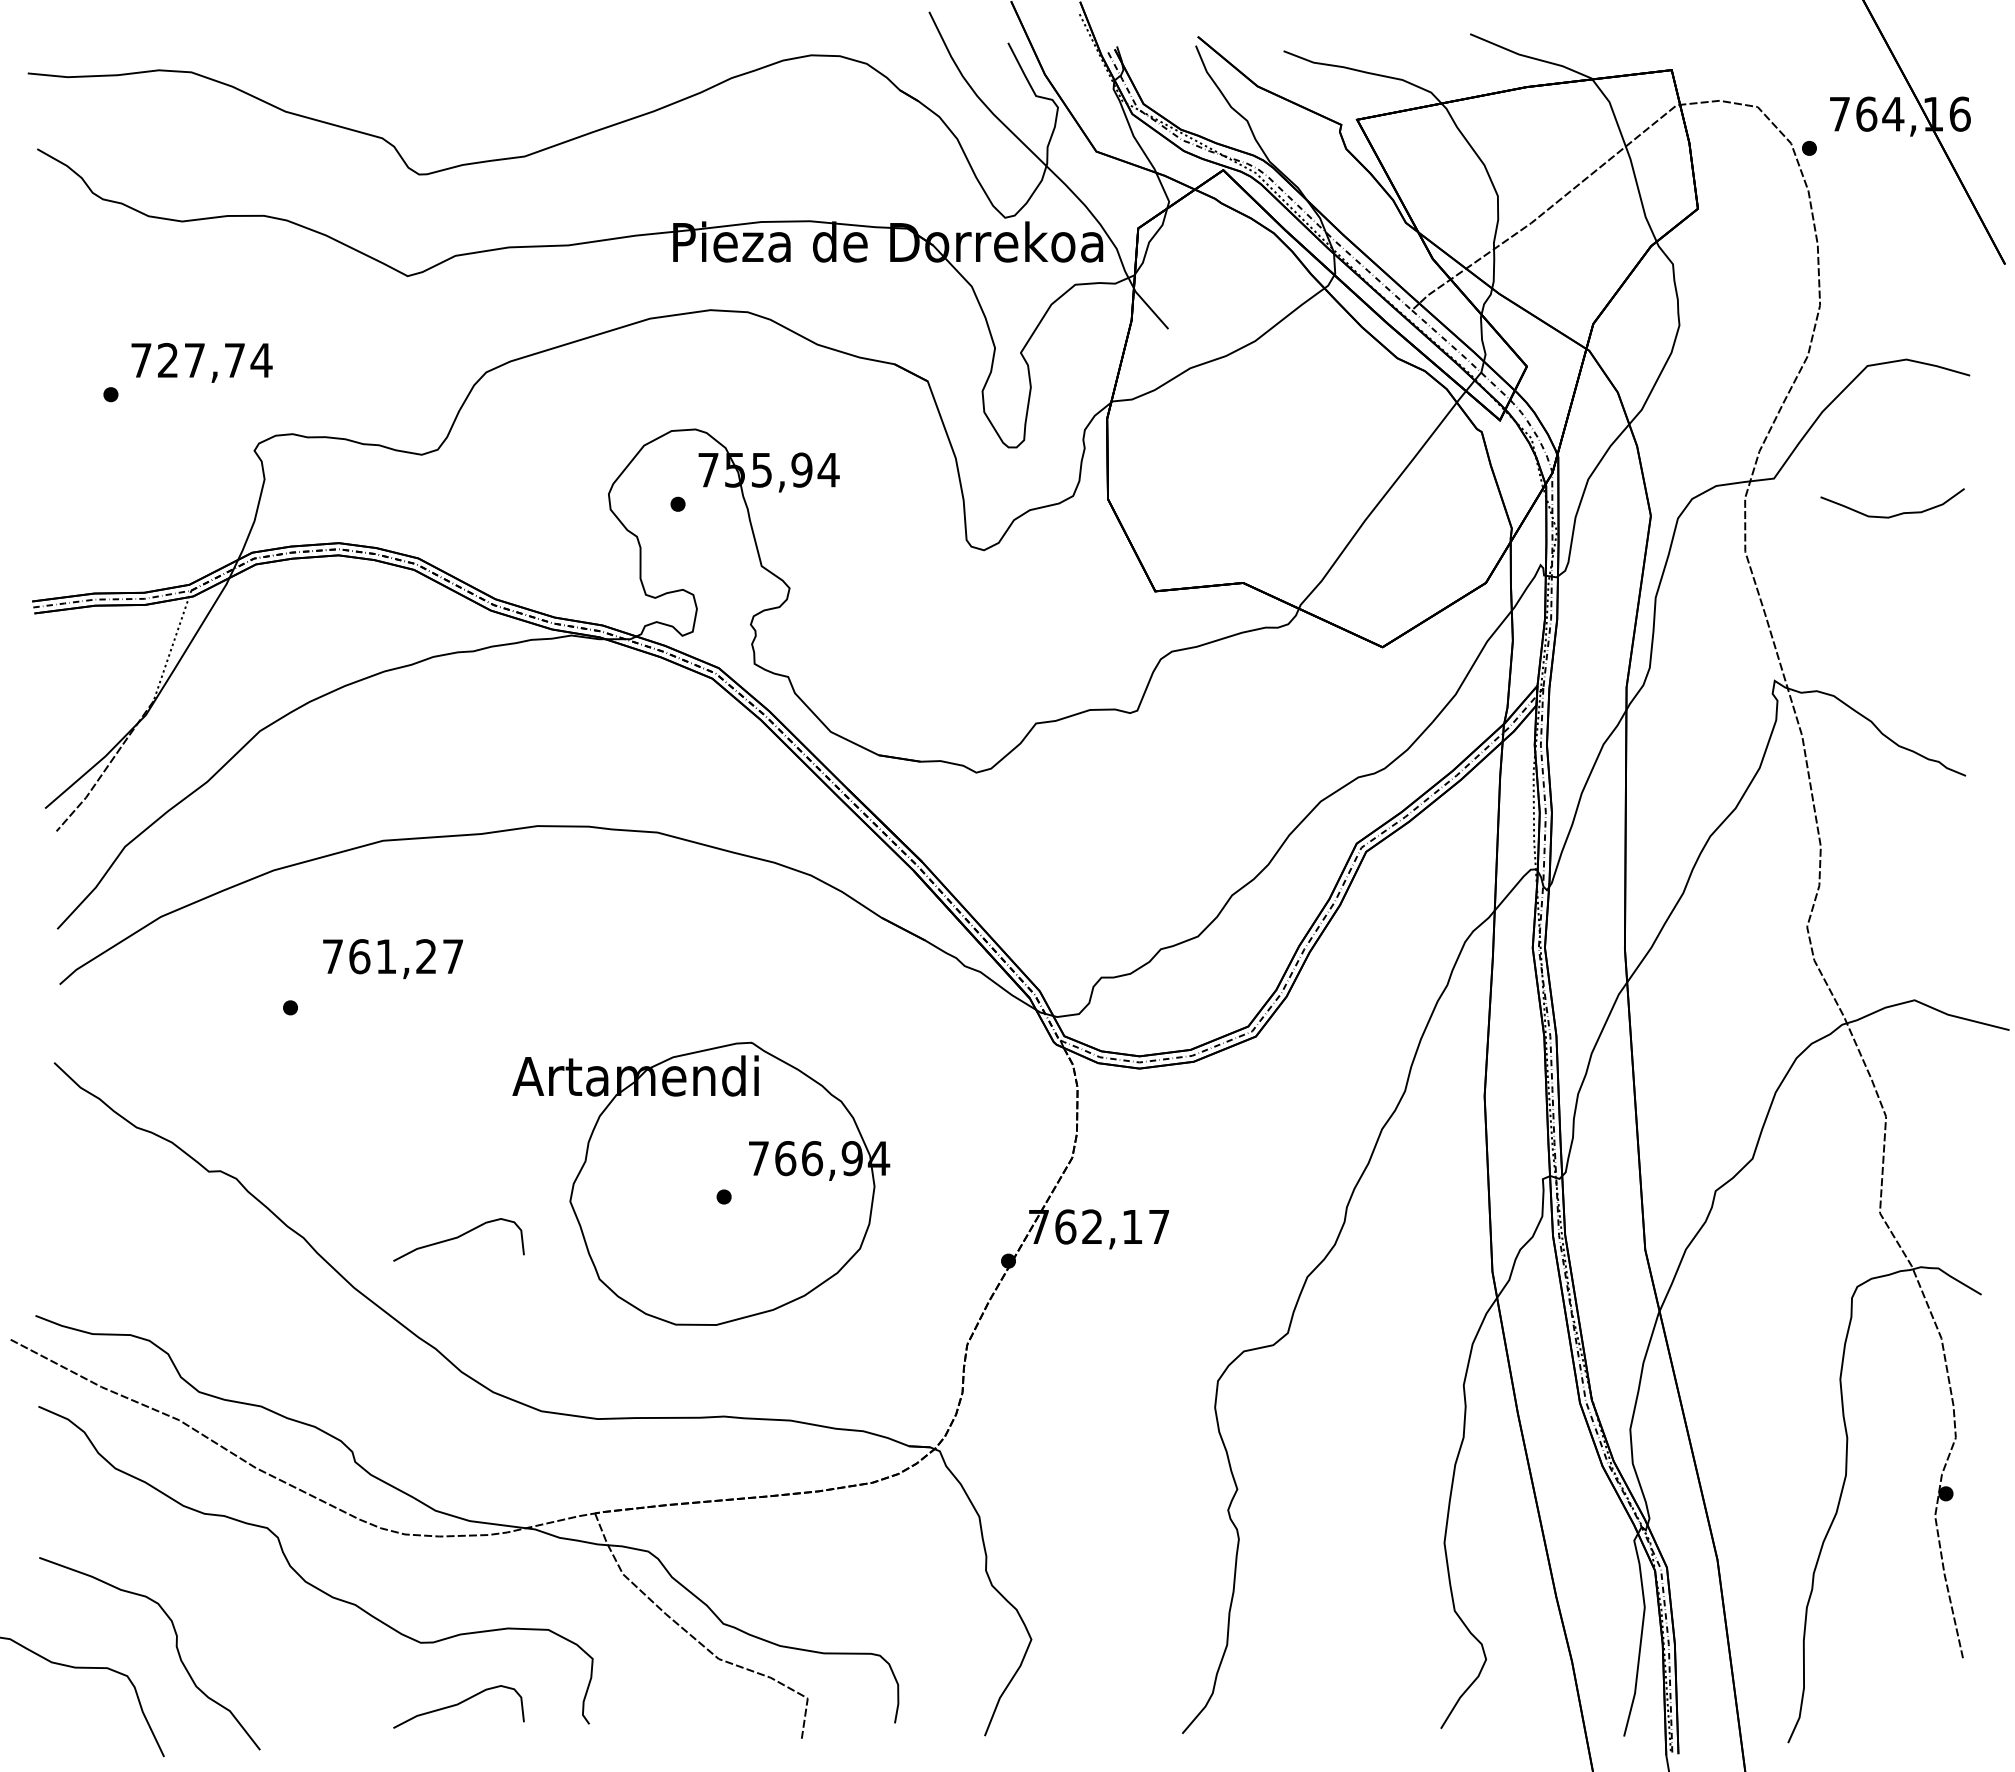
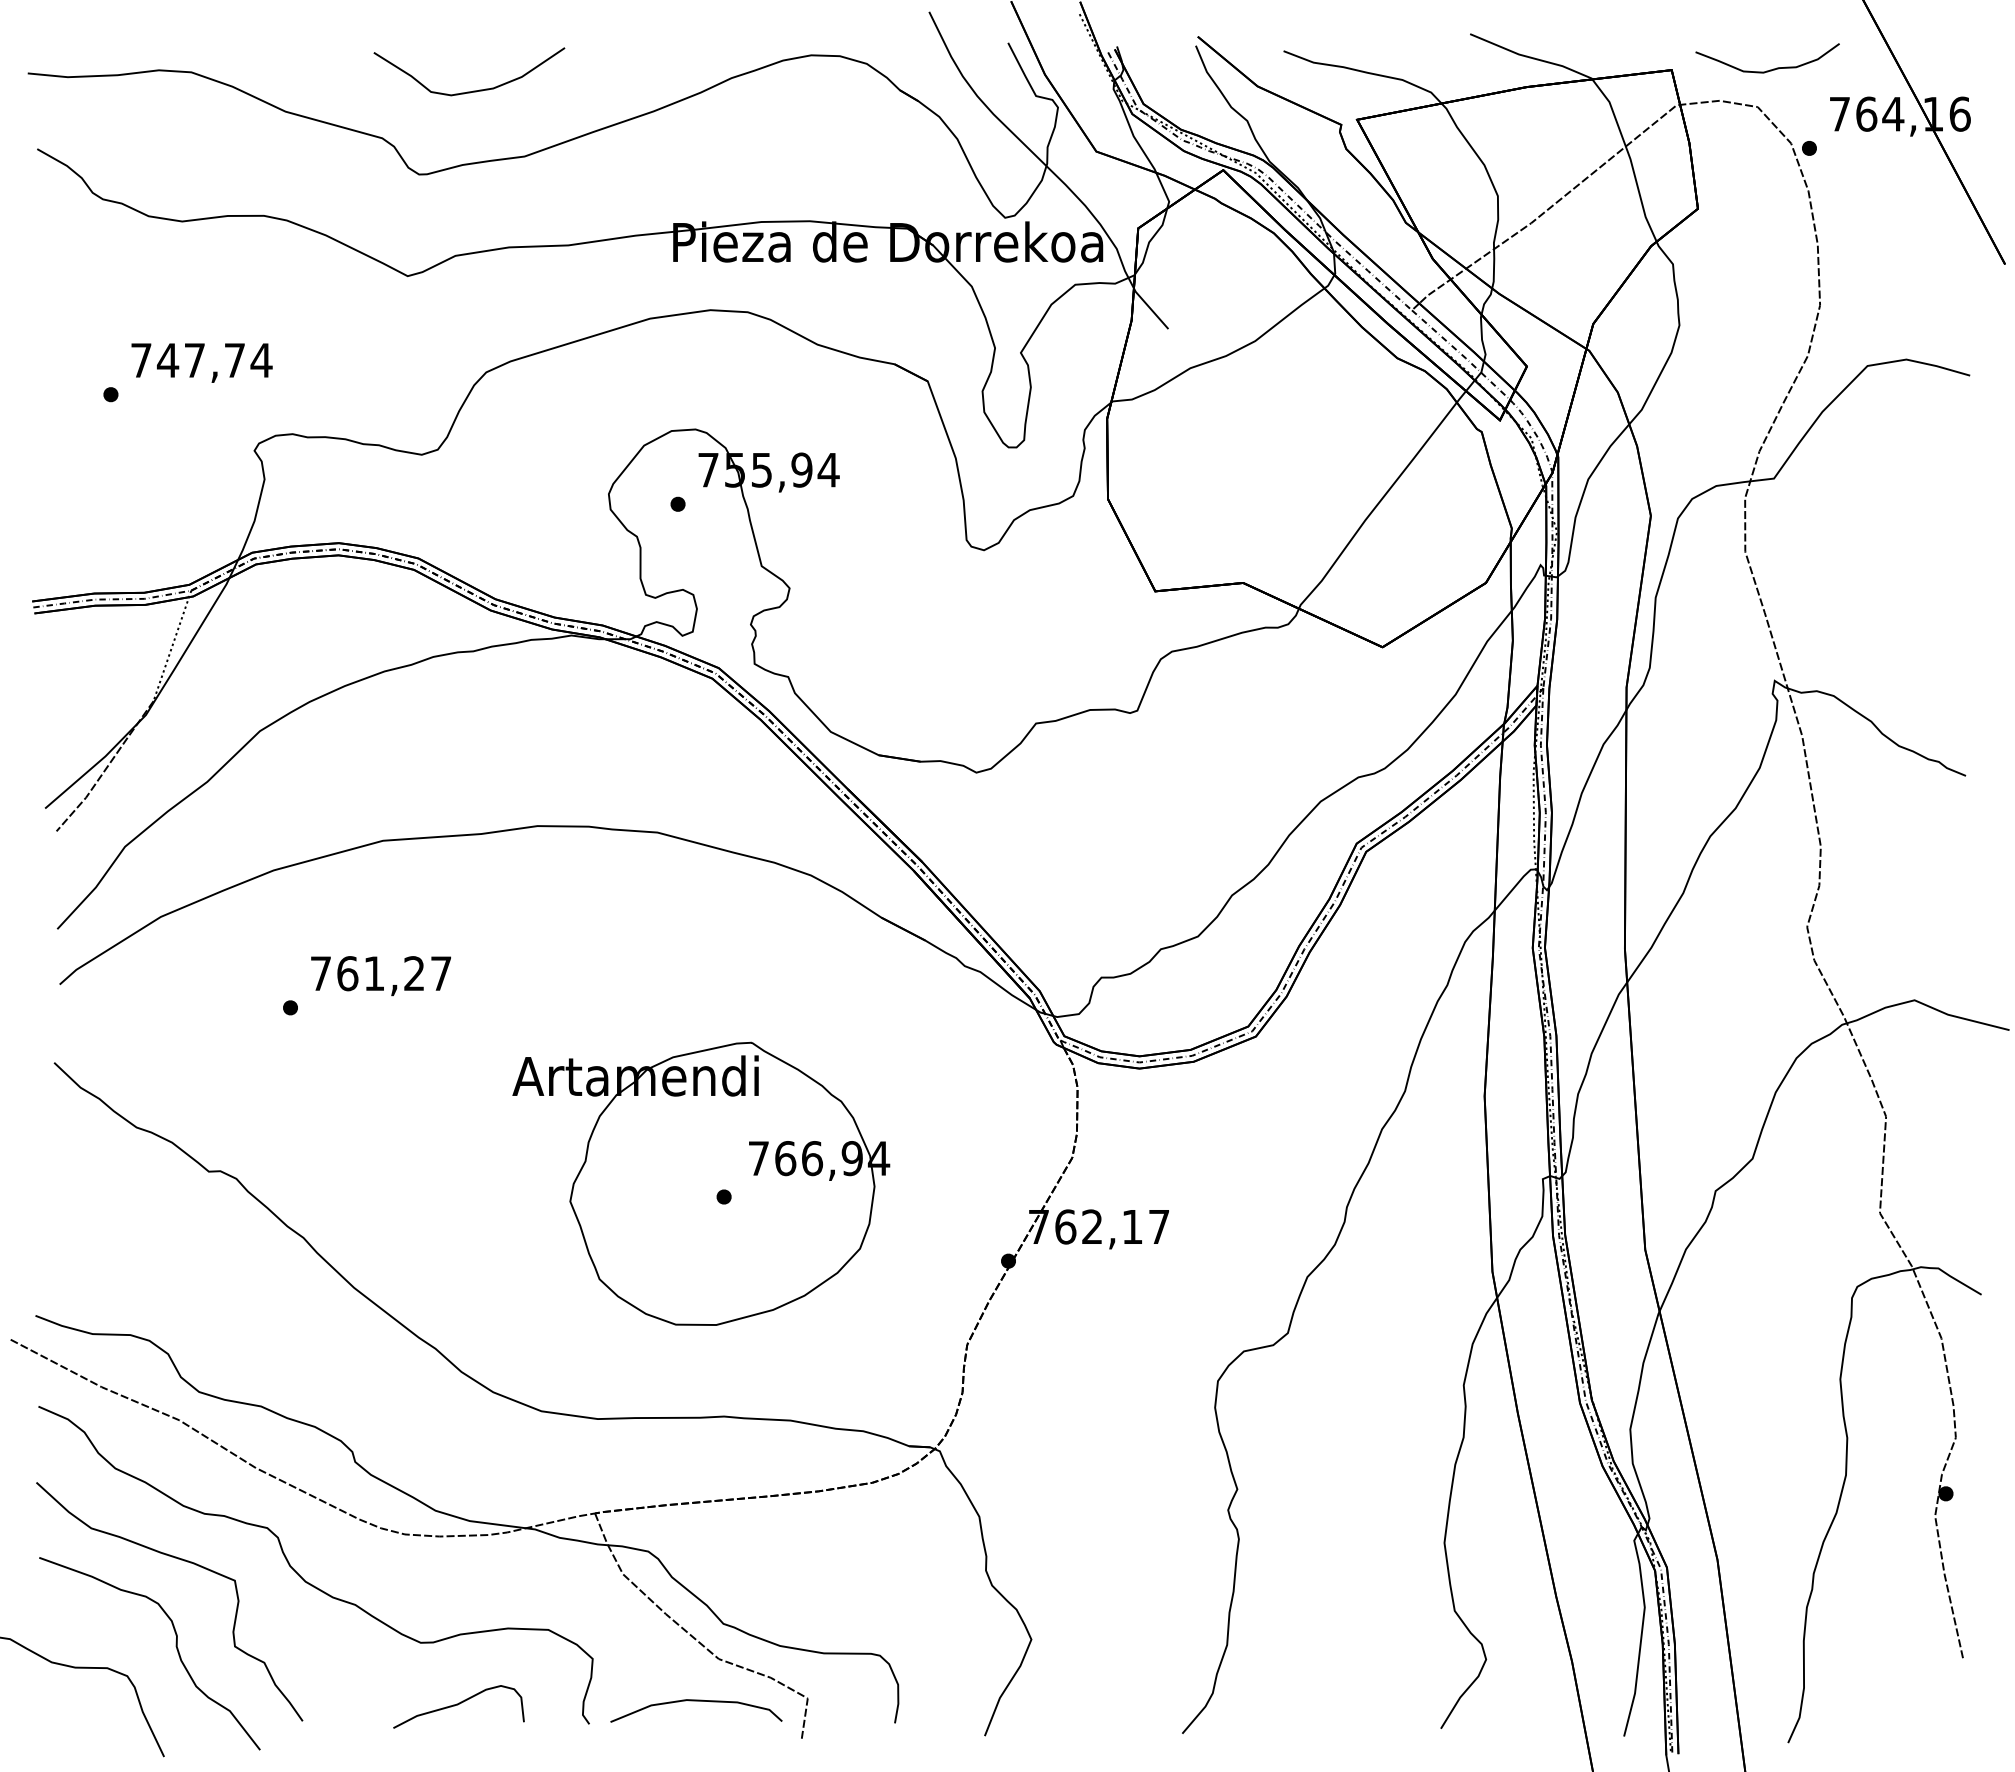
curve at (473, 90): none -> present
text at (167, 359): 727,74 -> 747,74
curve at (1895, 514) position: (1895, 514) -> (1770, 69)
text at (392, 959) position: (392, 959) -> (380, 976)
curve at (457, 1238): present -> none
curve at (181, 1560): none -> present
curve at (696, 1701): none -> present
